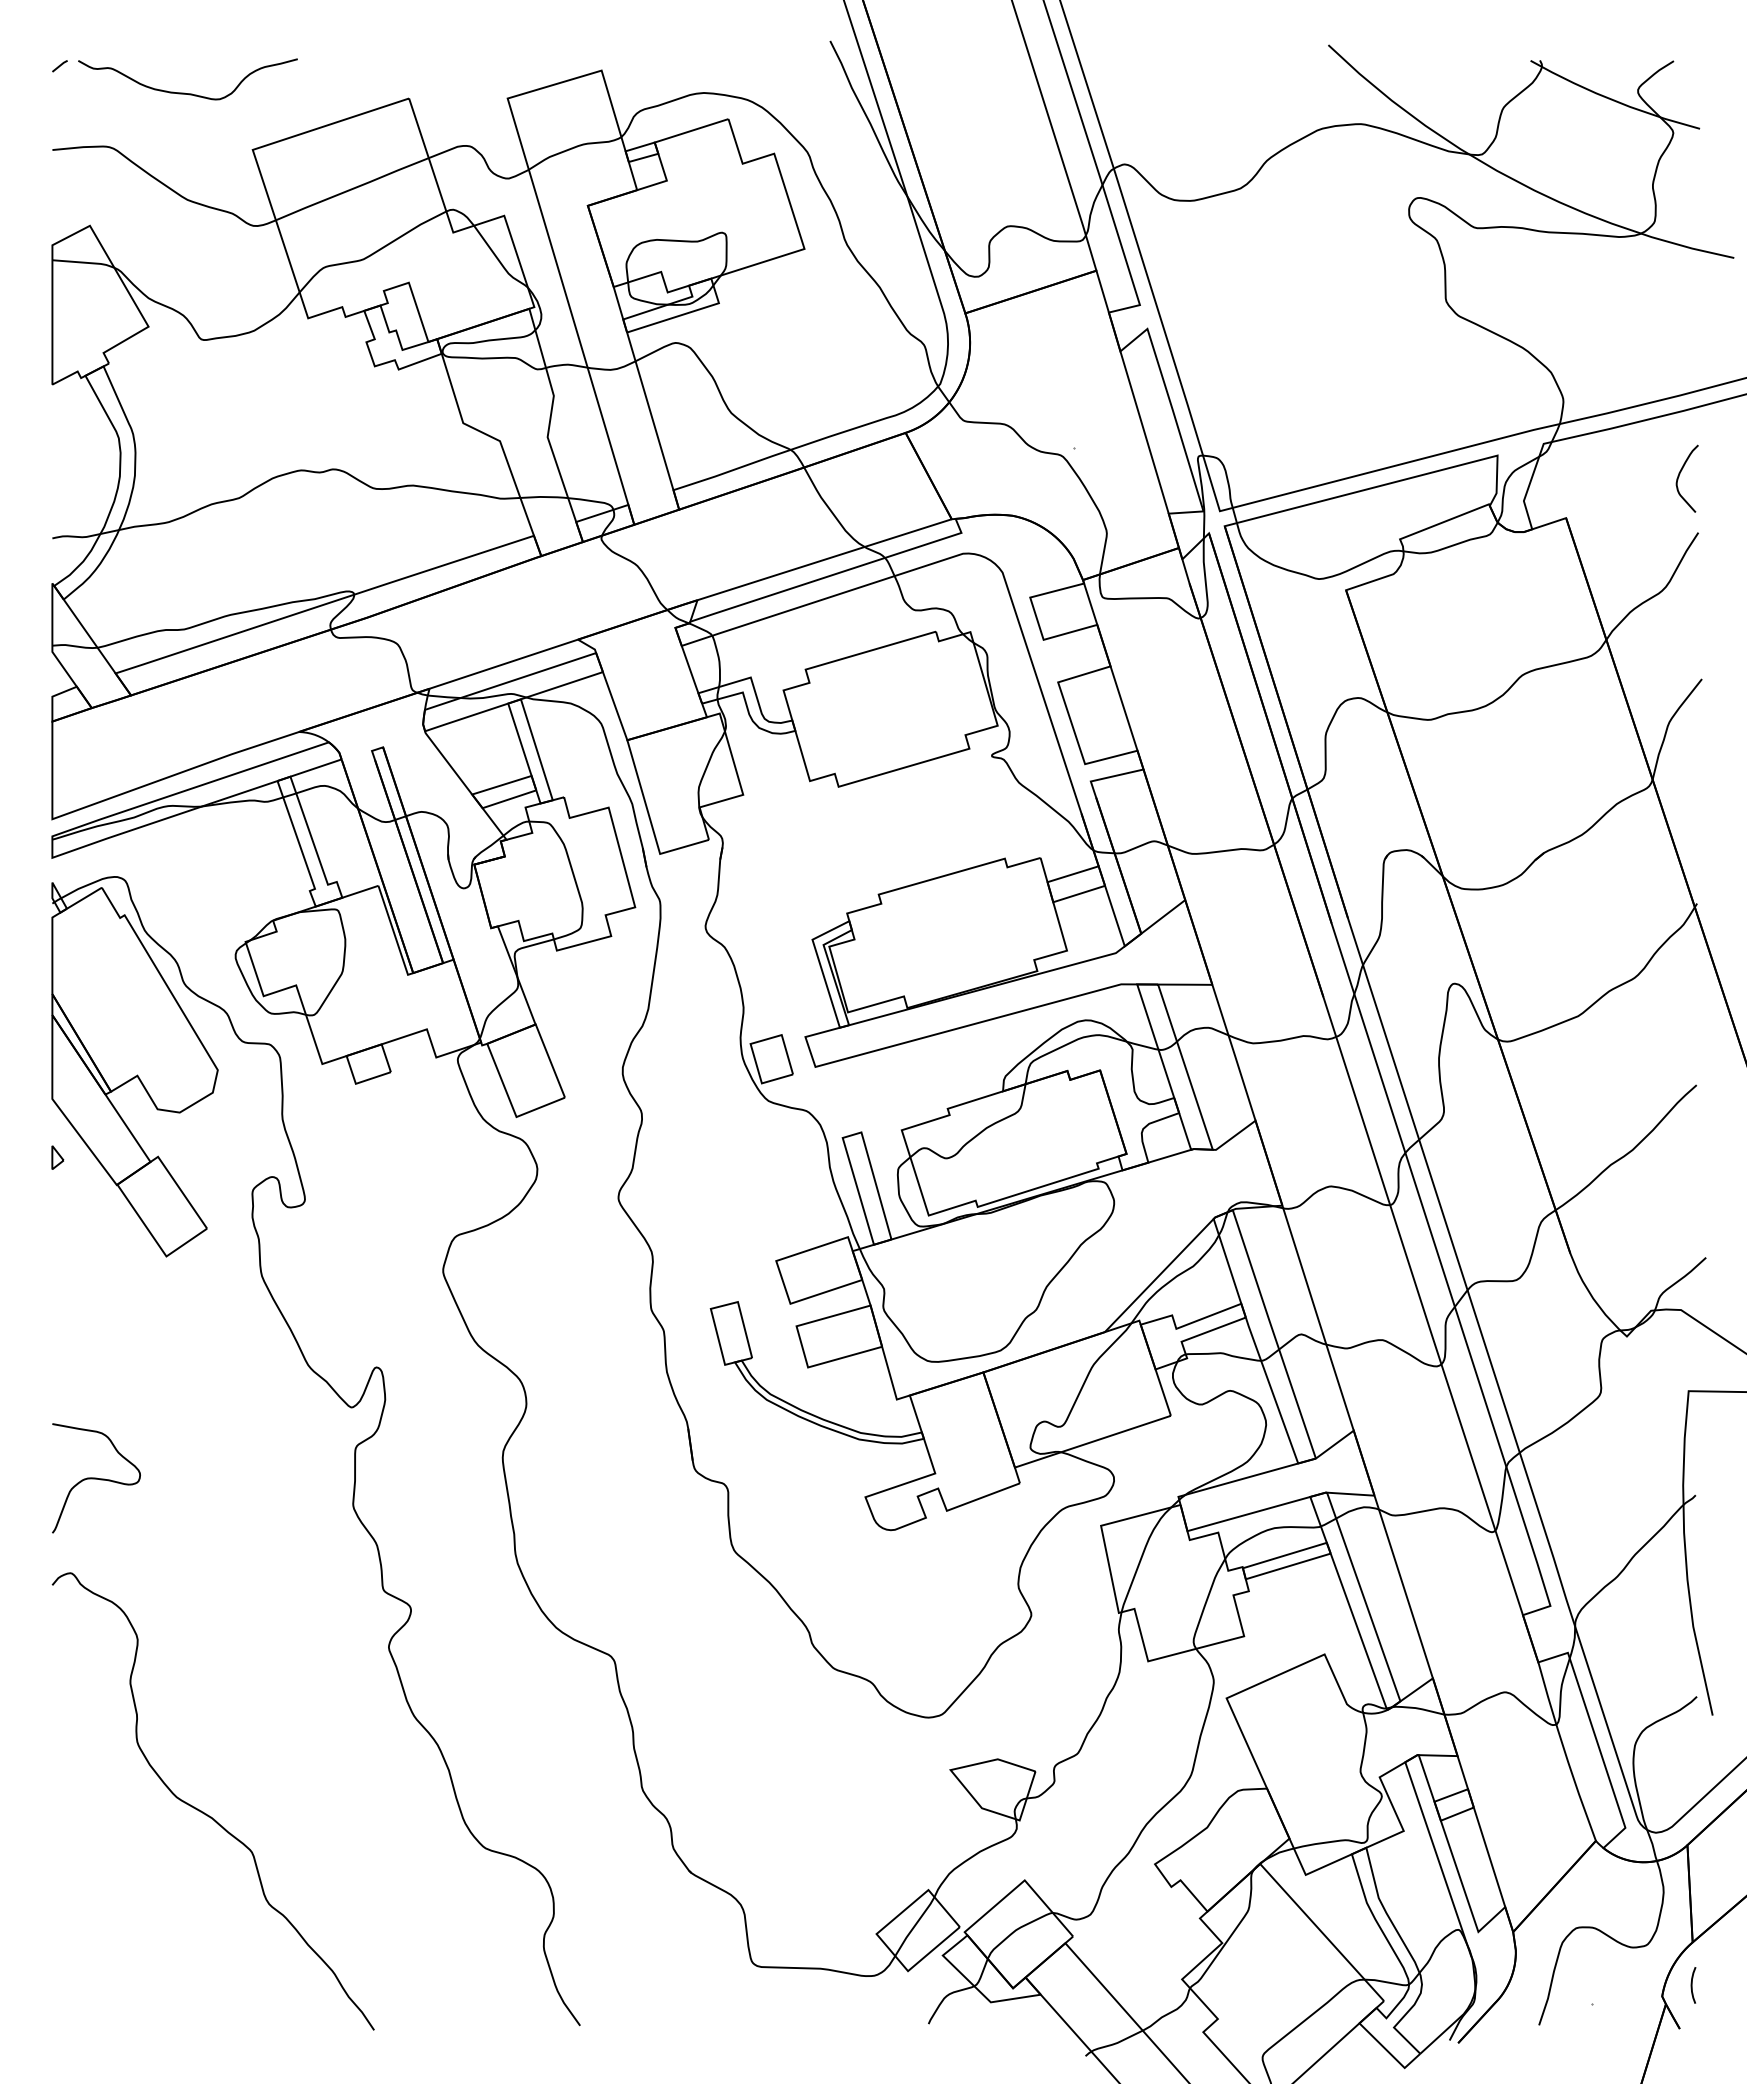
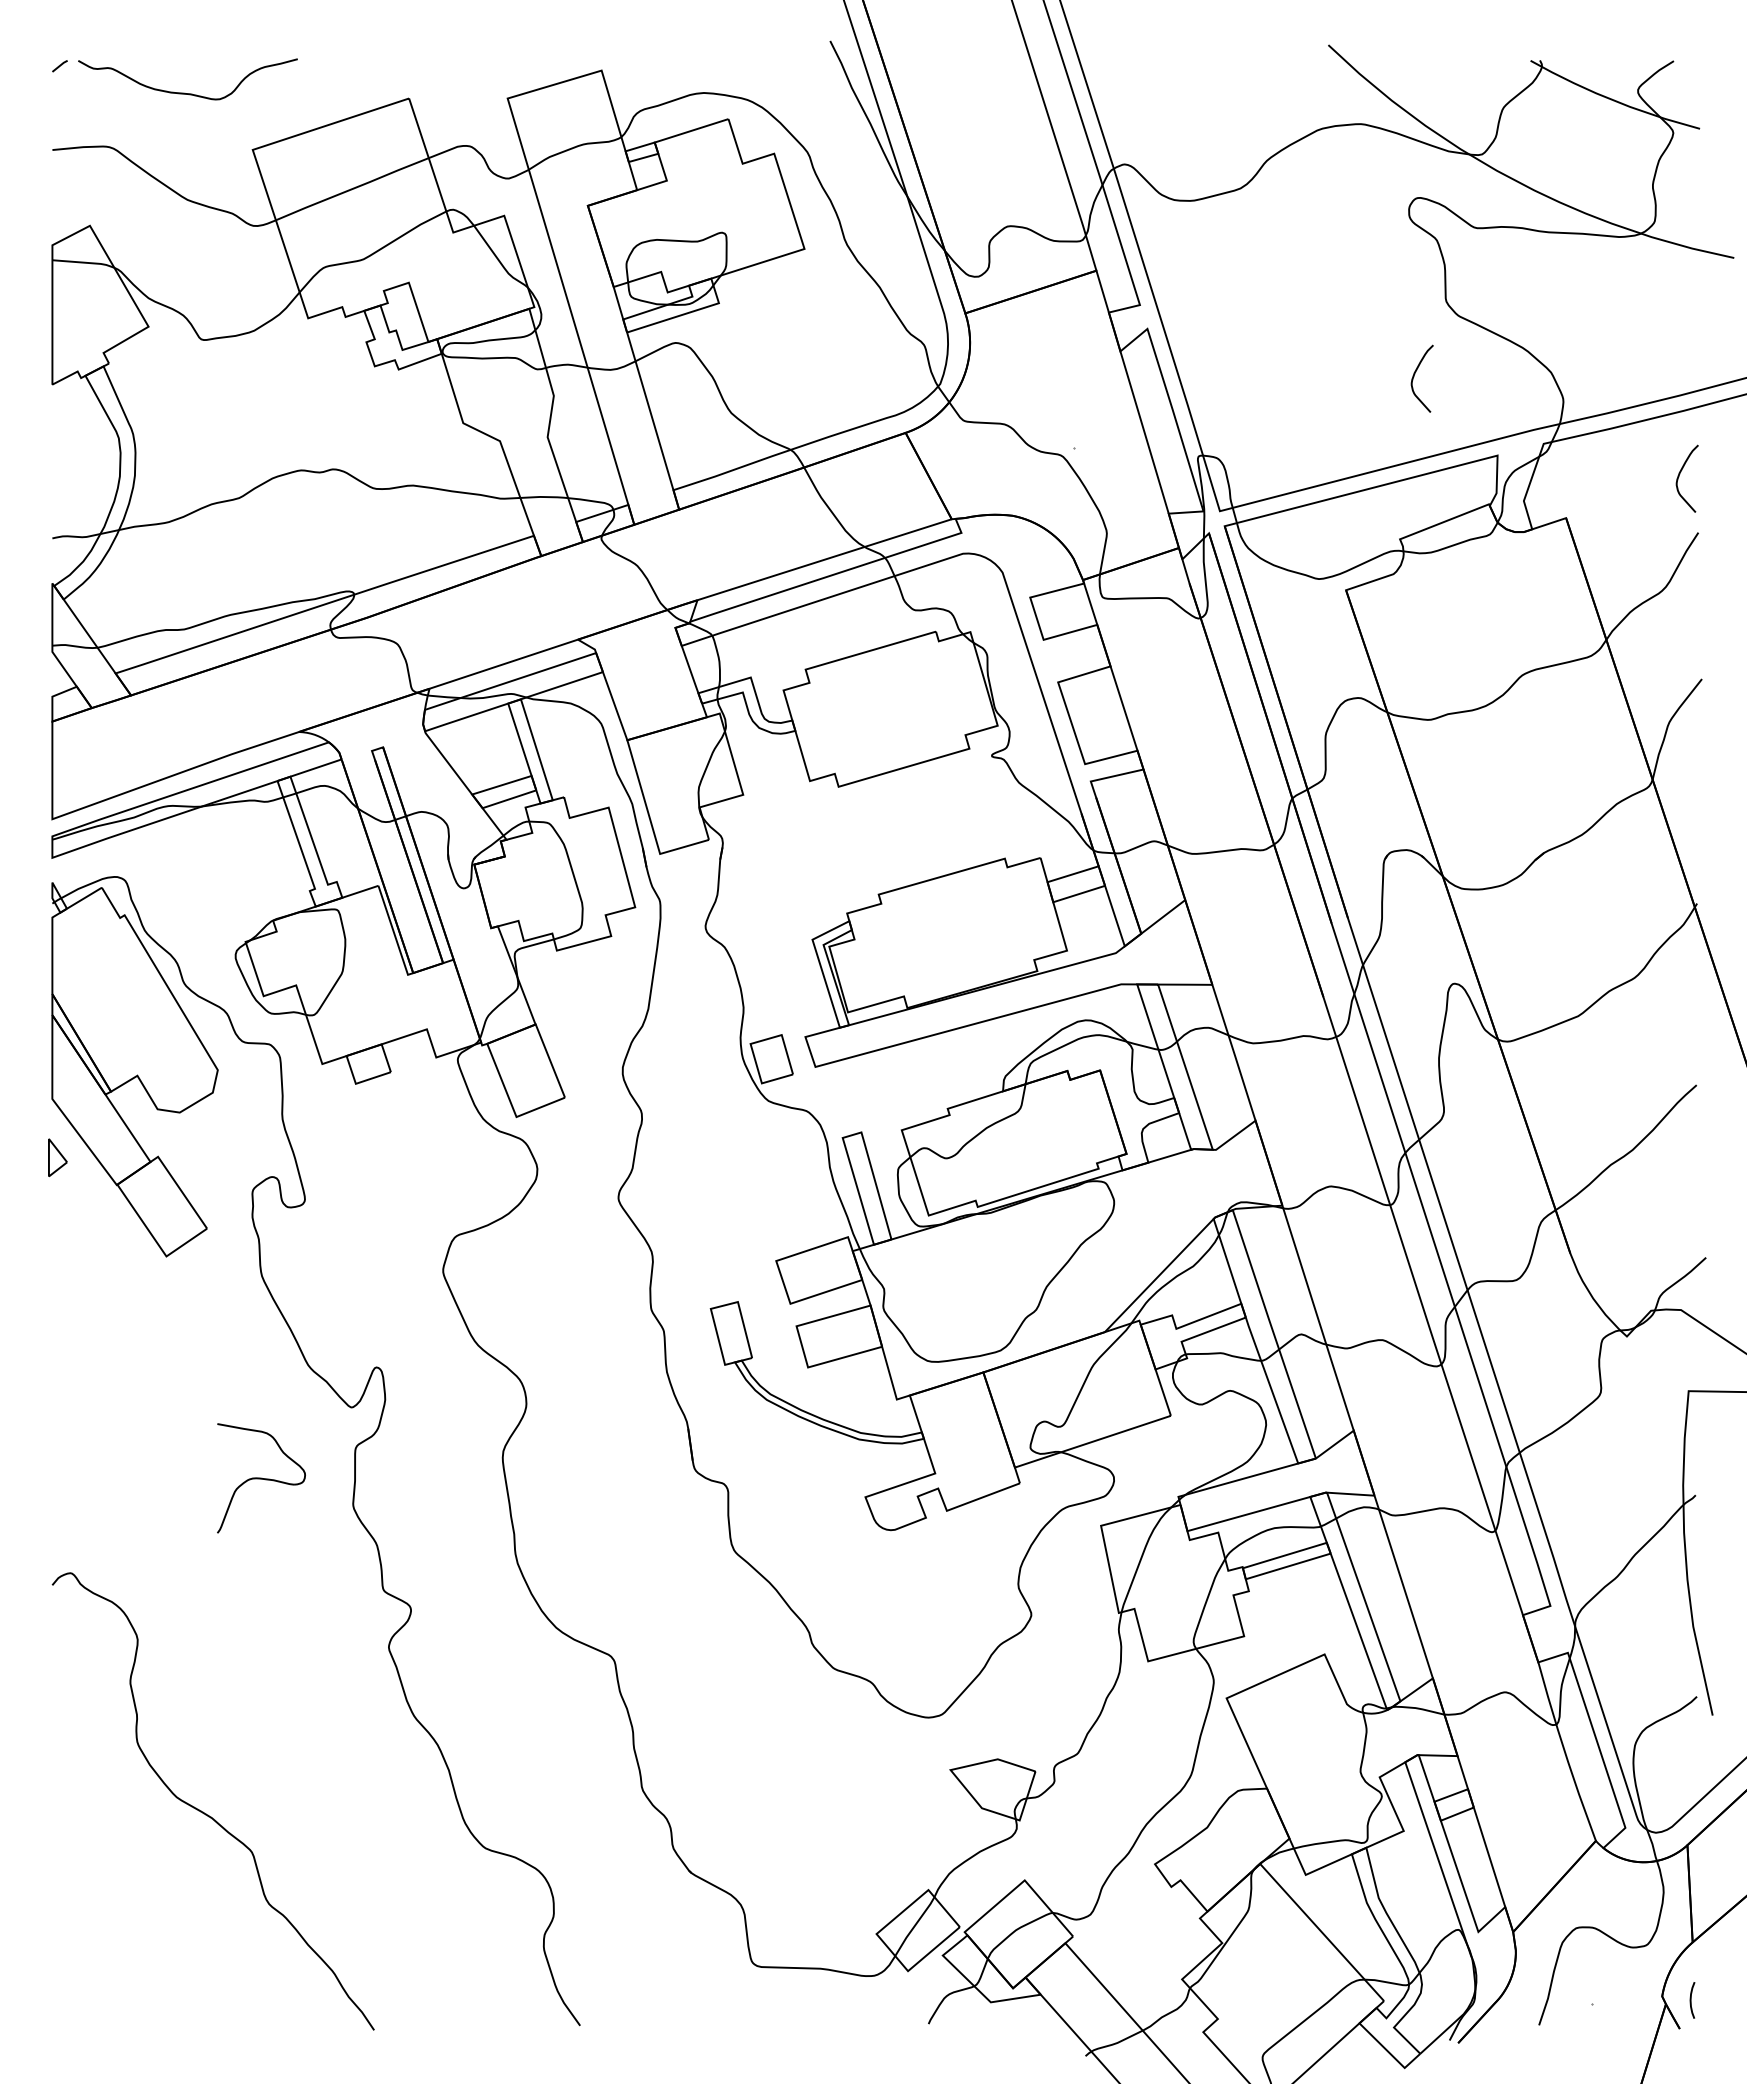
curve at (1414, 377): none -> present
part at (57, 1157) size: 14x25 px -> 20x39 px
part at (96, 1478) position: (96, 1478) -> (261, 1478)
curve at (1692, 1985) position: (1692, 1985) -> (1691, 2000)
